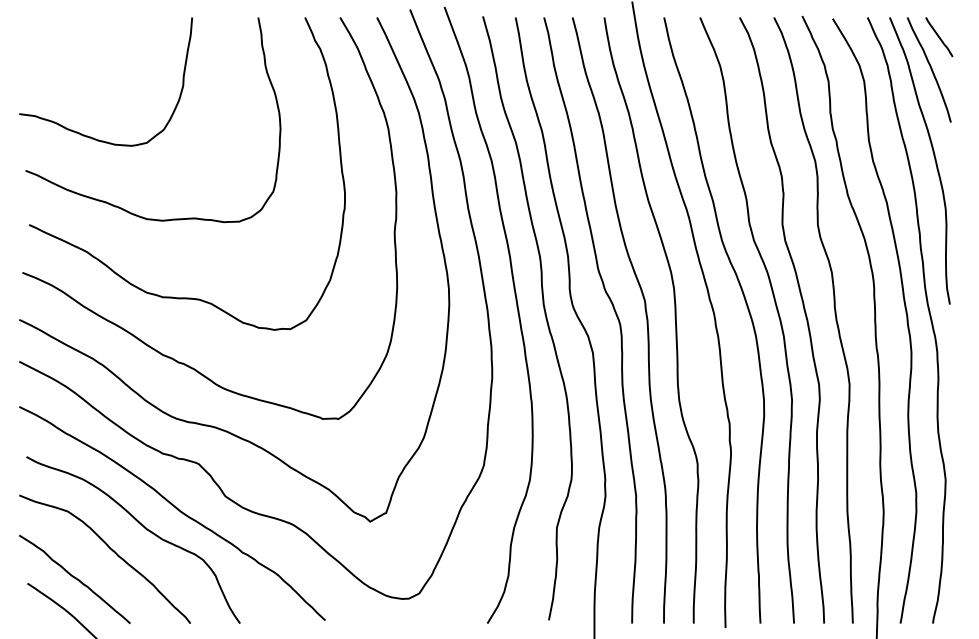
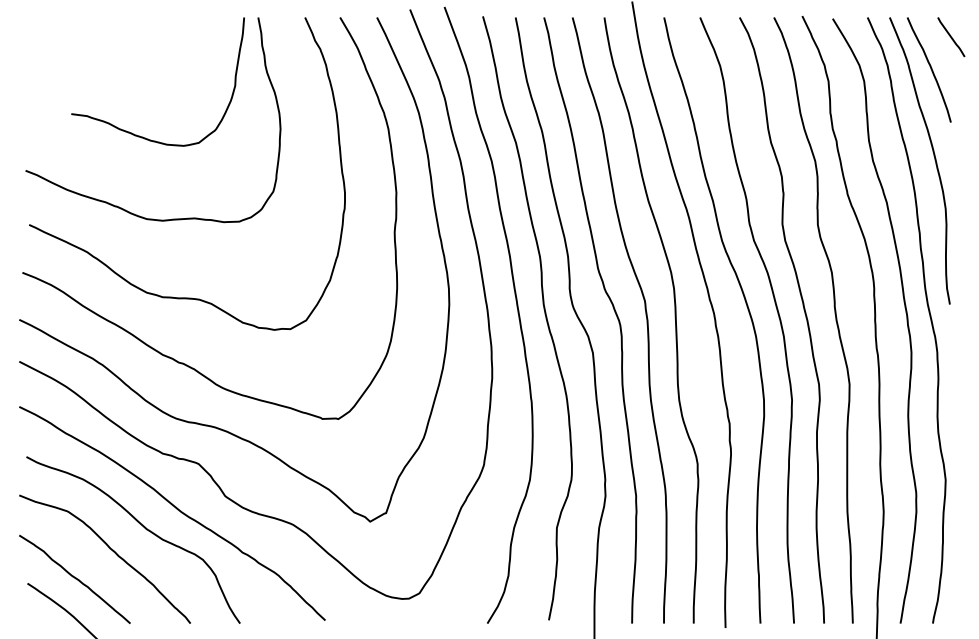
line at (939, 37) position: (939, 37) -> (951, 37)
curve at (87, 135) position: (87, 135) -> (139, 135)
